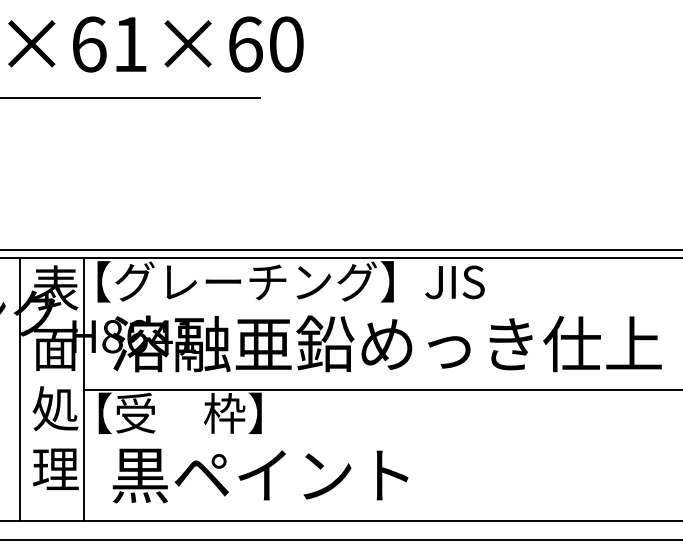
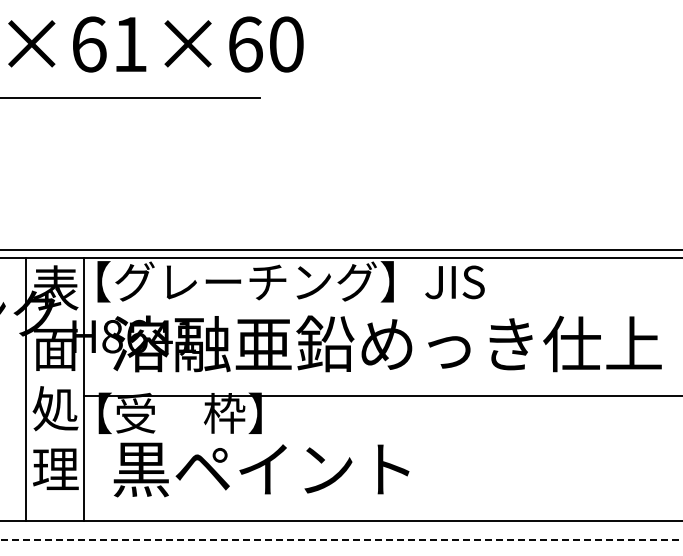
line at (20, 389) position: (20, 389) -> (26, 389)
line at (381, 389) position: (381, 389) -> (381, 395)
text at (260, 475) position: (260, 475) -> (261, 469)
line at (341, 539): solid -> dashed
